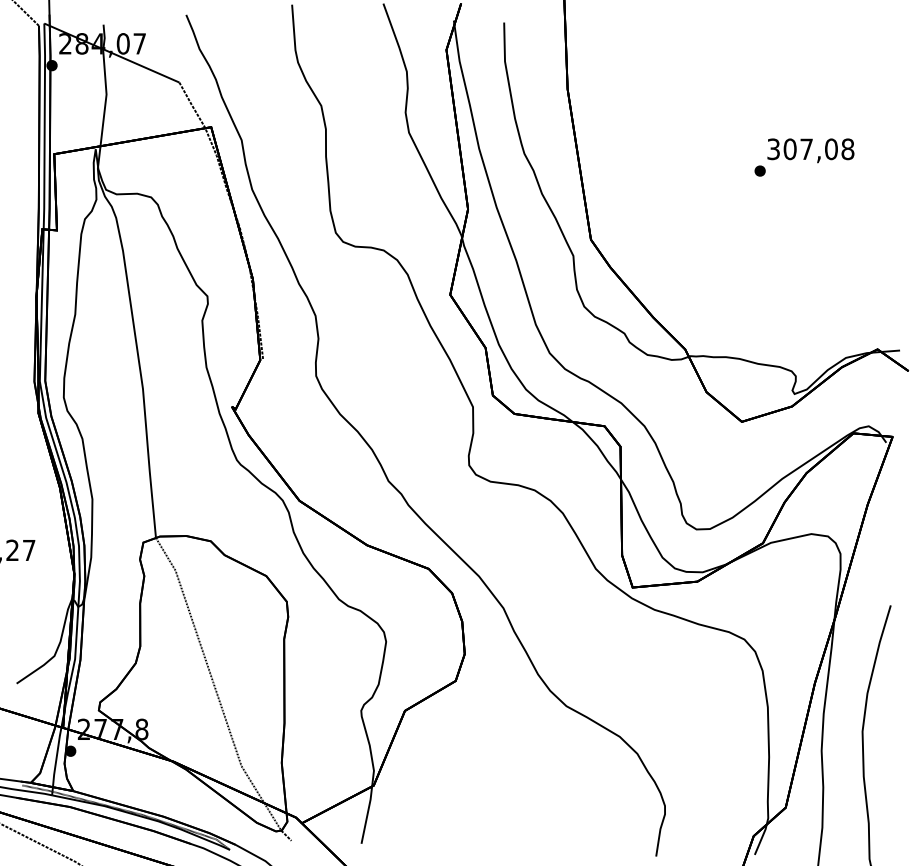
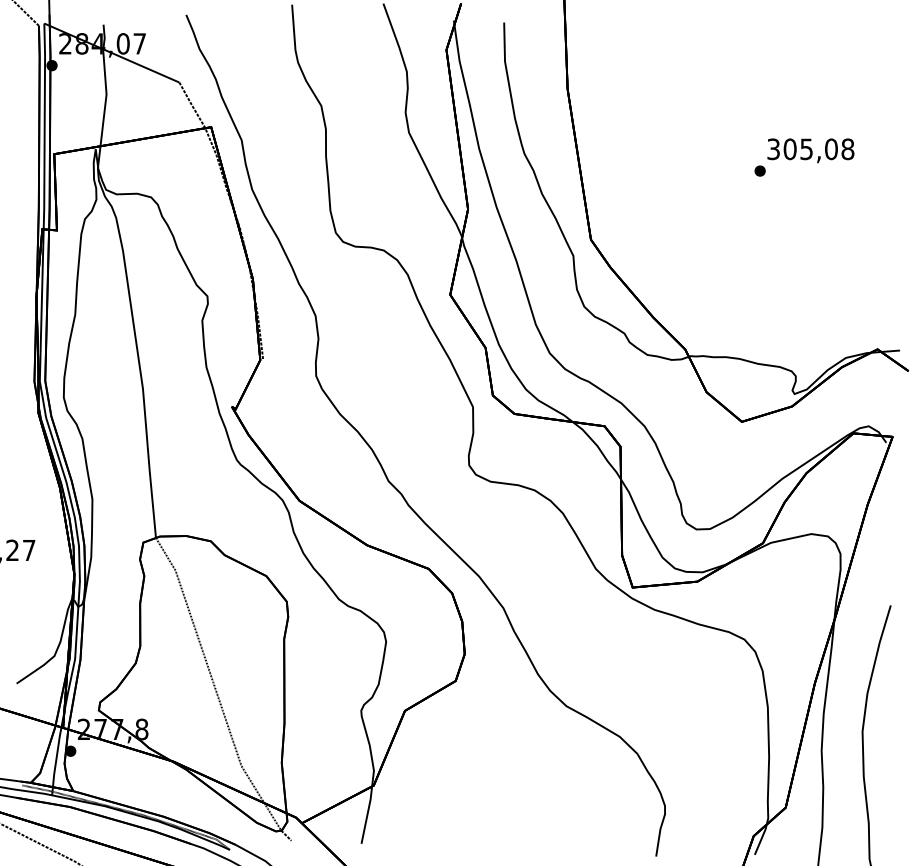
text at (806, 149): 307,08 -> 305,08
